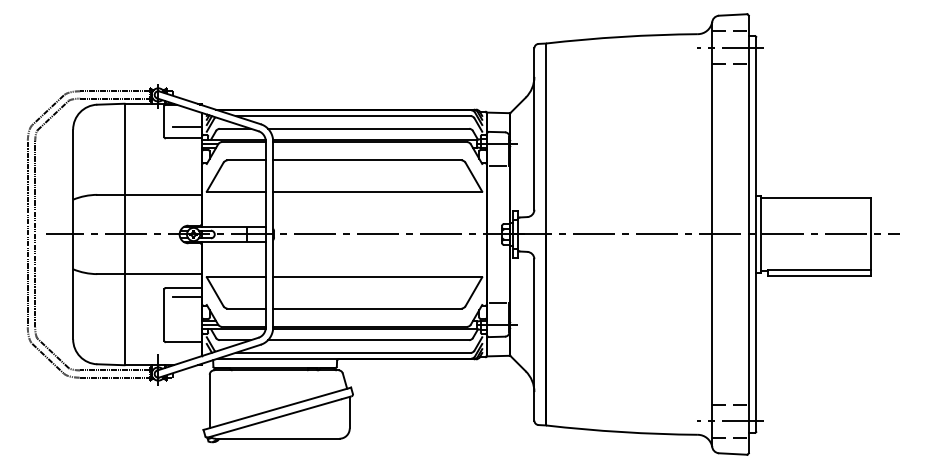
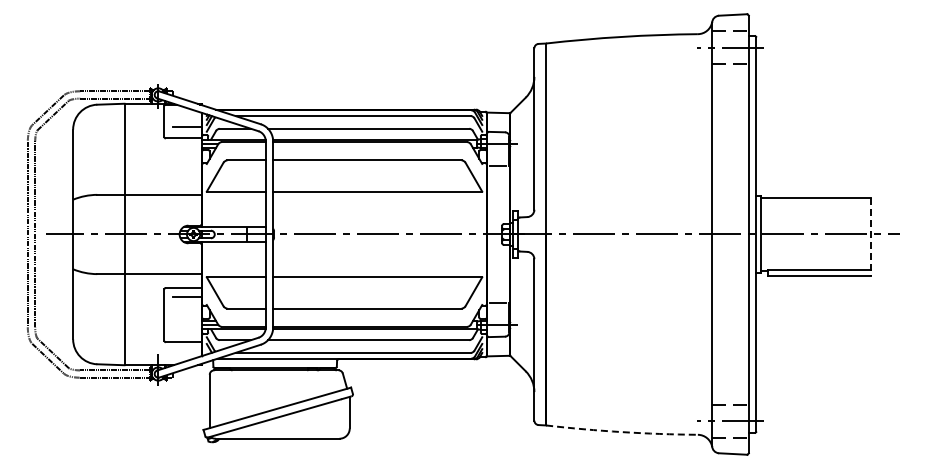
line at (870, 237): solid -> dashed
arc at (621, 432): solid -> dashed
